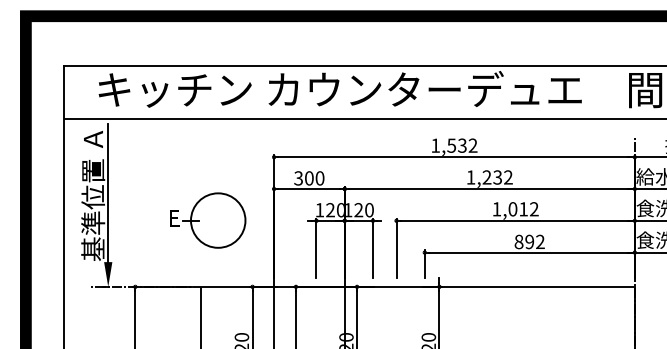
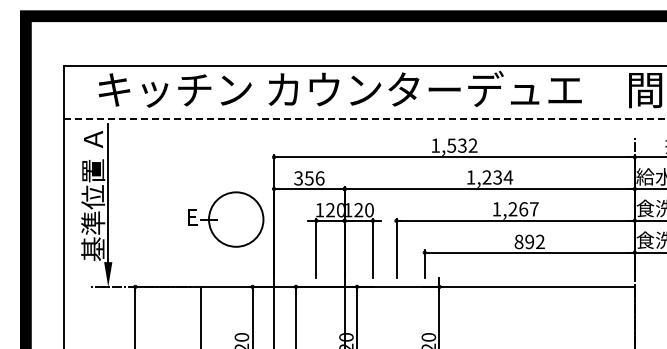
line at (365, 118): solid -> dashed
text at (508, 177): 1,232 -> 1,234
text at (314, 178): 300 -> 356
text at (523, 209): 1,012 -> 1,267
part at (208, 220) position: (208, 220) -> (226, 219)
